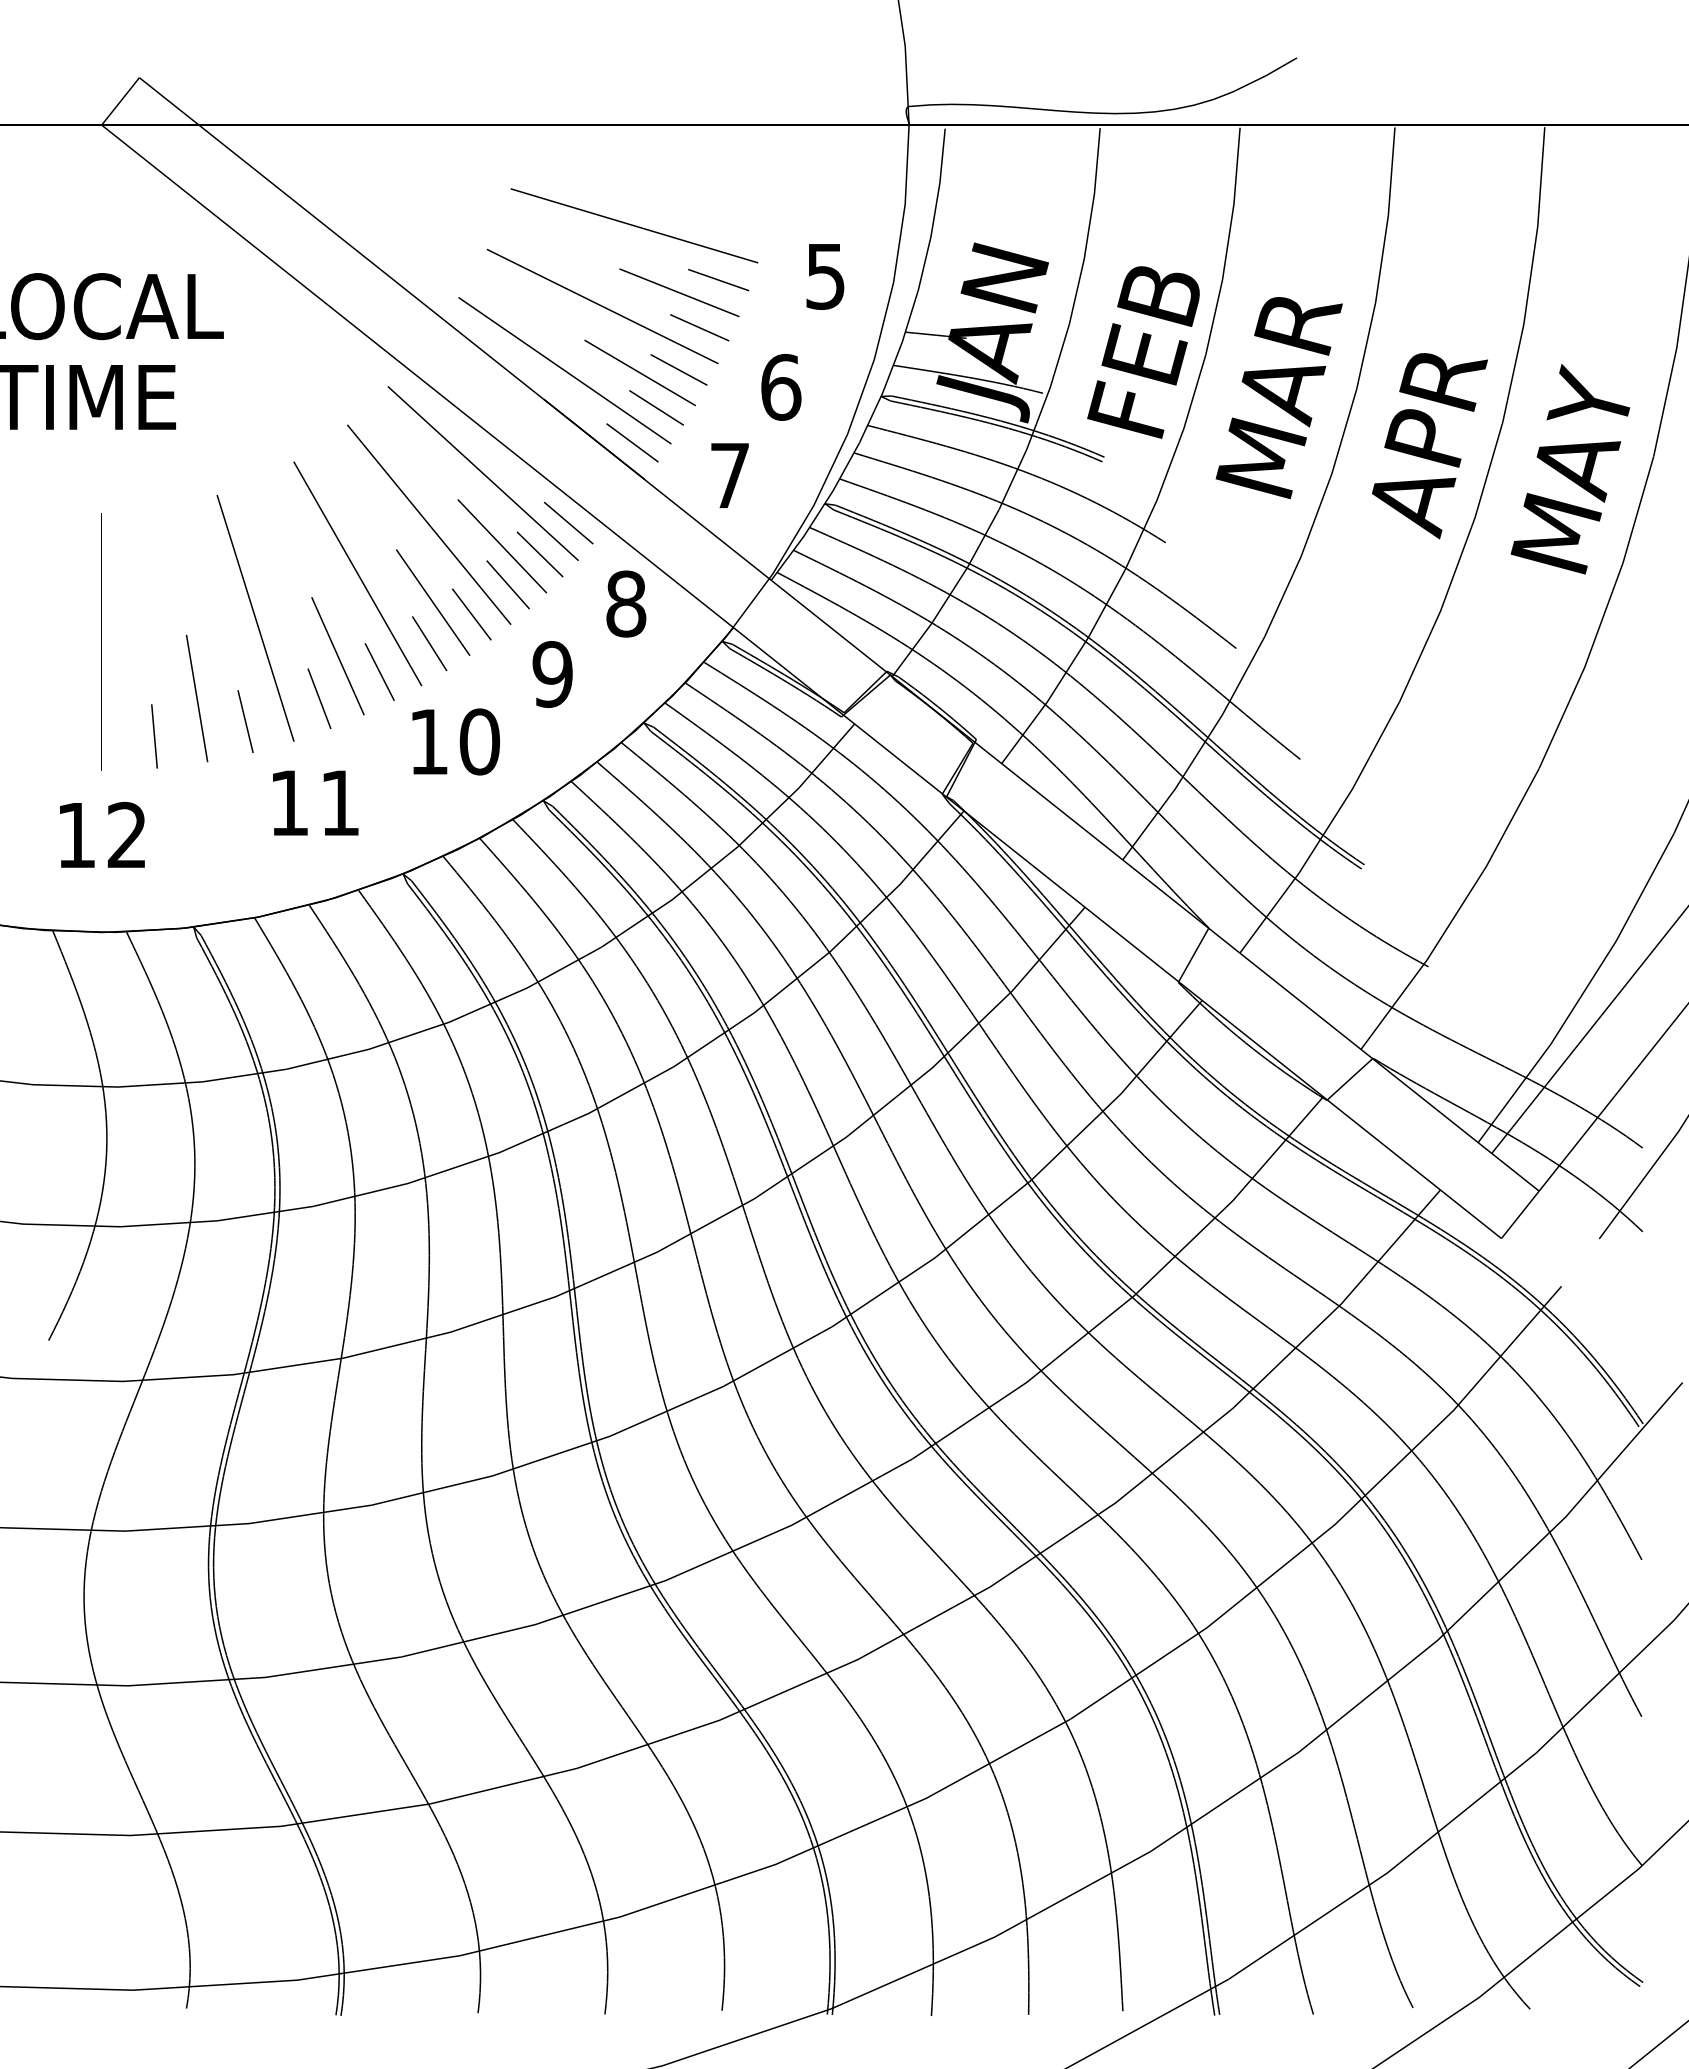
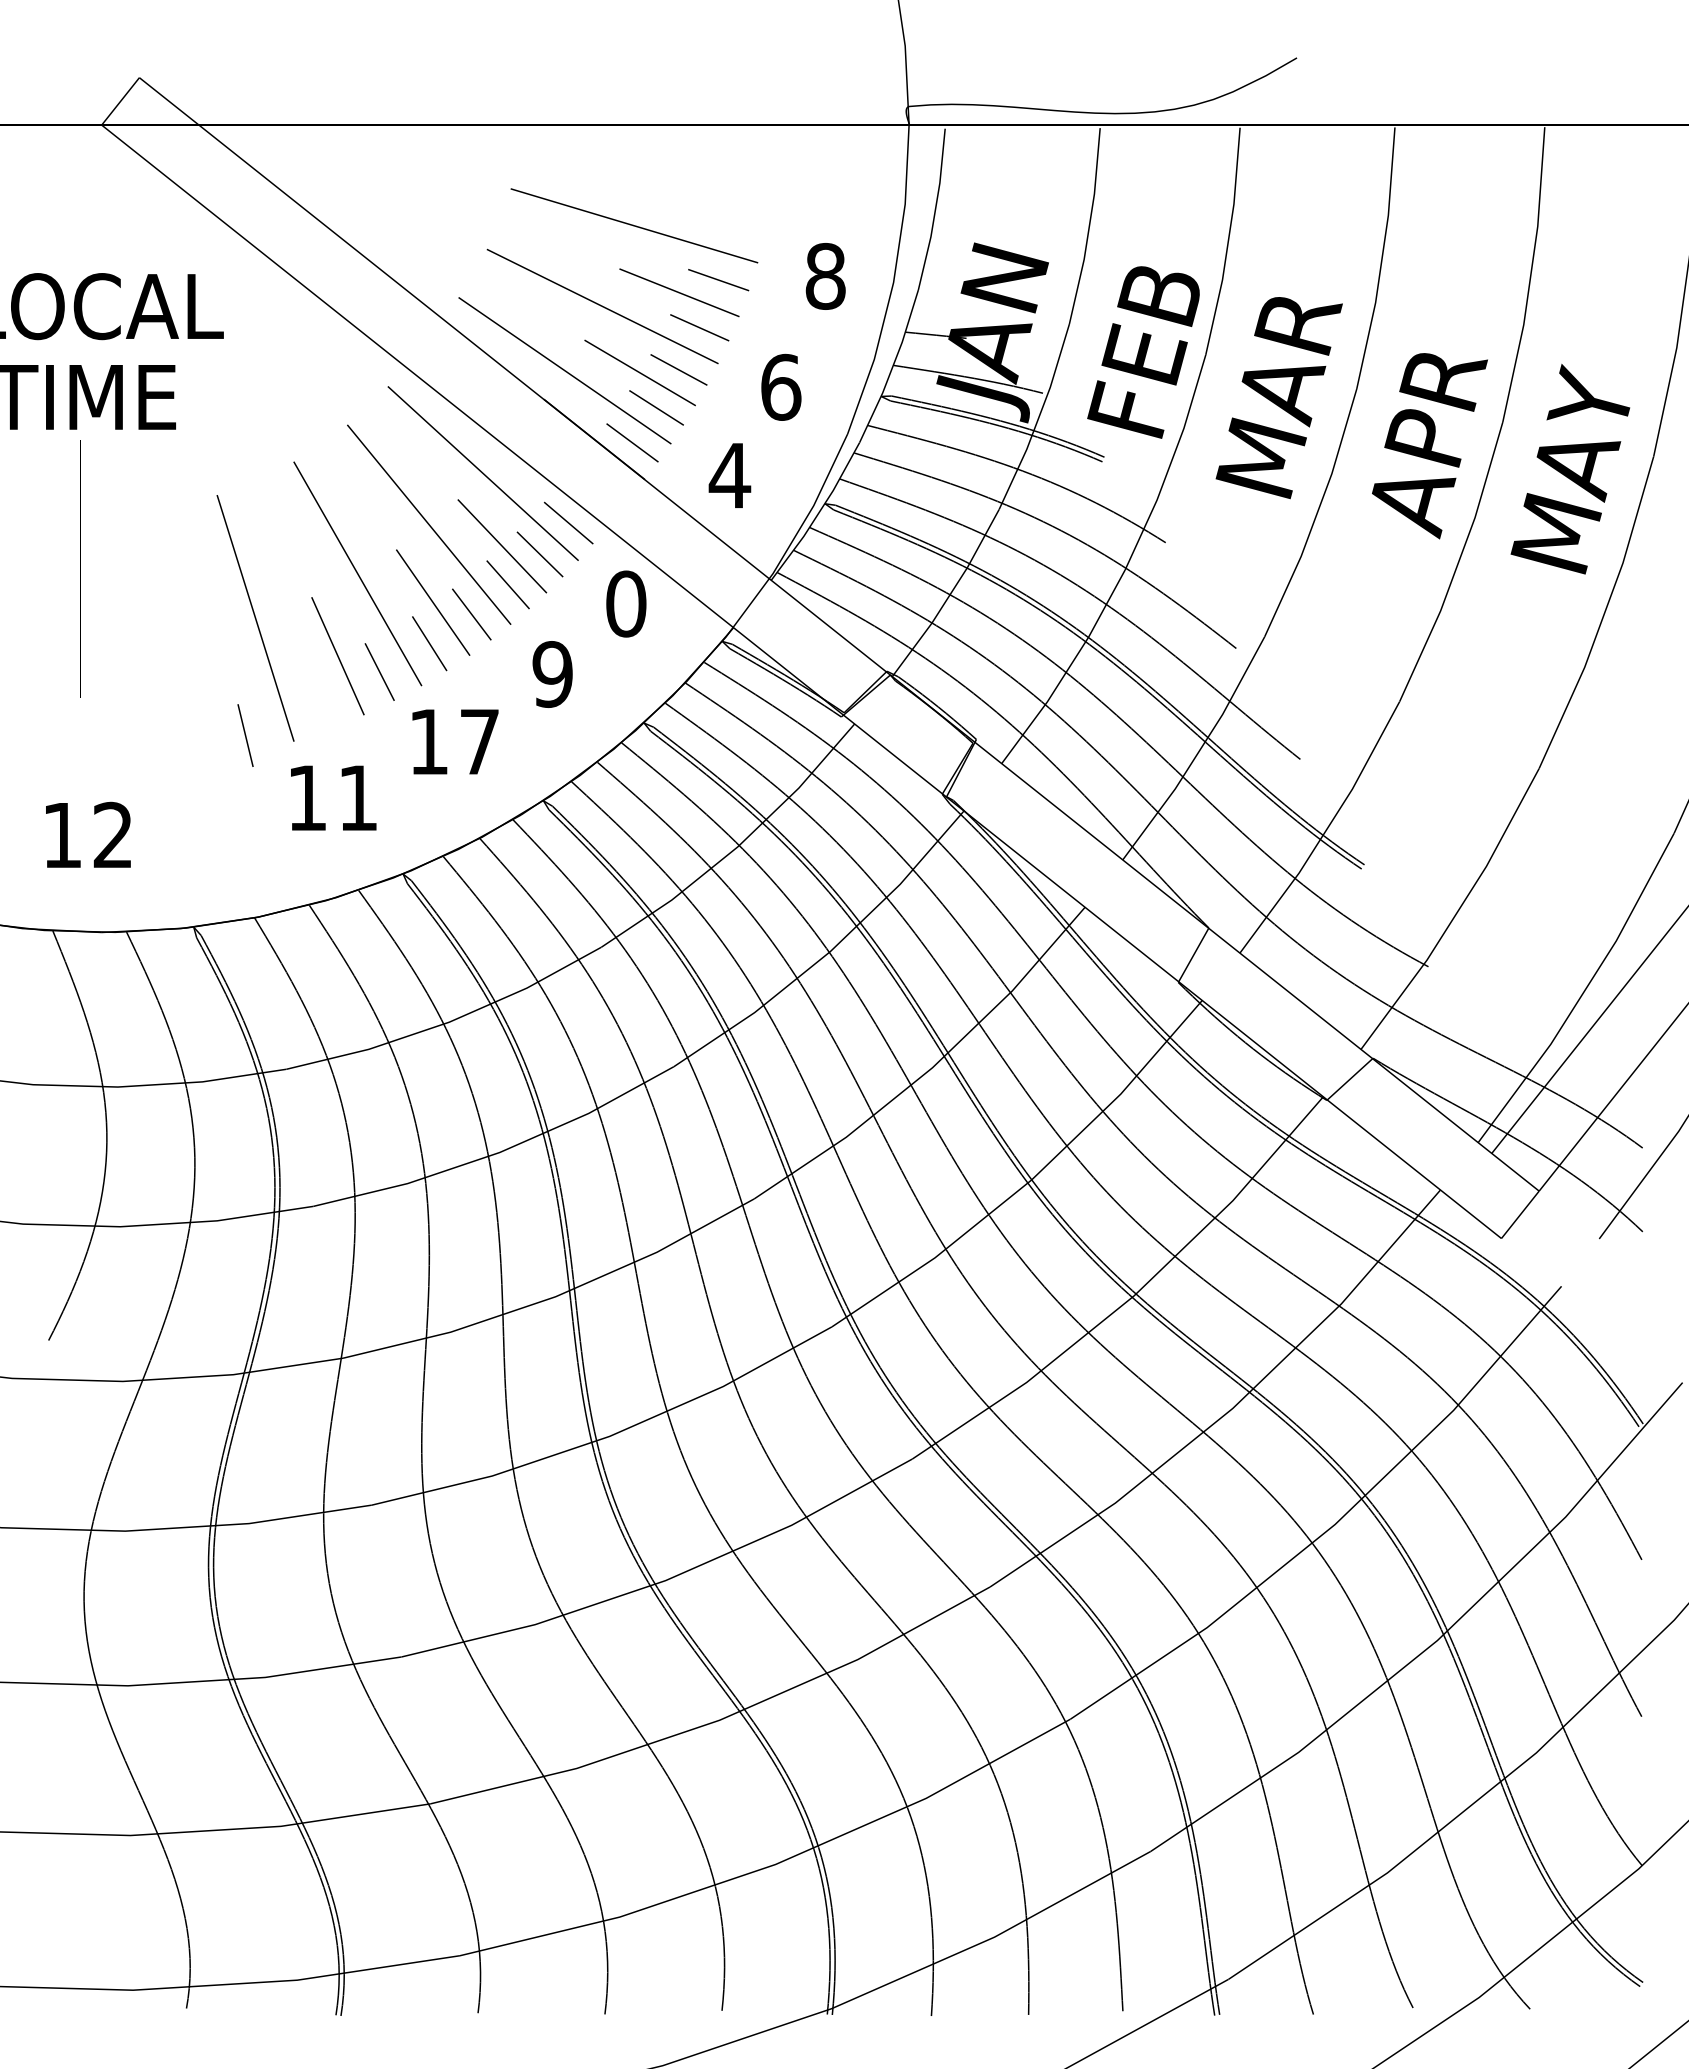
text at (825, 276): 5 -> 8
text at (729, 475): 7 -> 4
text at (626, 603): 8 -> 0
line at (101, 641) position: (101, 641) -> (80, 568)
line at (196, 698): present -> none
line at (319, 698): present -> none
line at (245, 721) position: (245, 721) -> (245, 735)
line at (154, 736): present -> none
text at (479, 741): 10 -> 17
text at (315, 802) position: (315, 802) -> (333, 797)
text at (102, 834) position: (102, 834) -> (88, 834)
